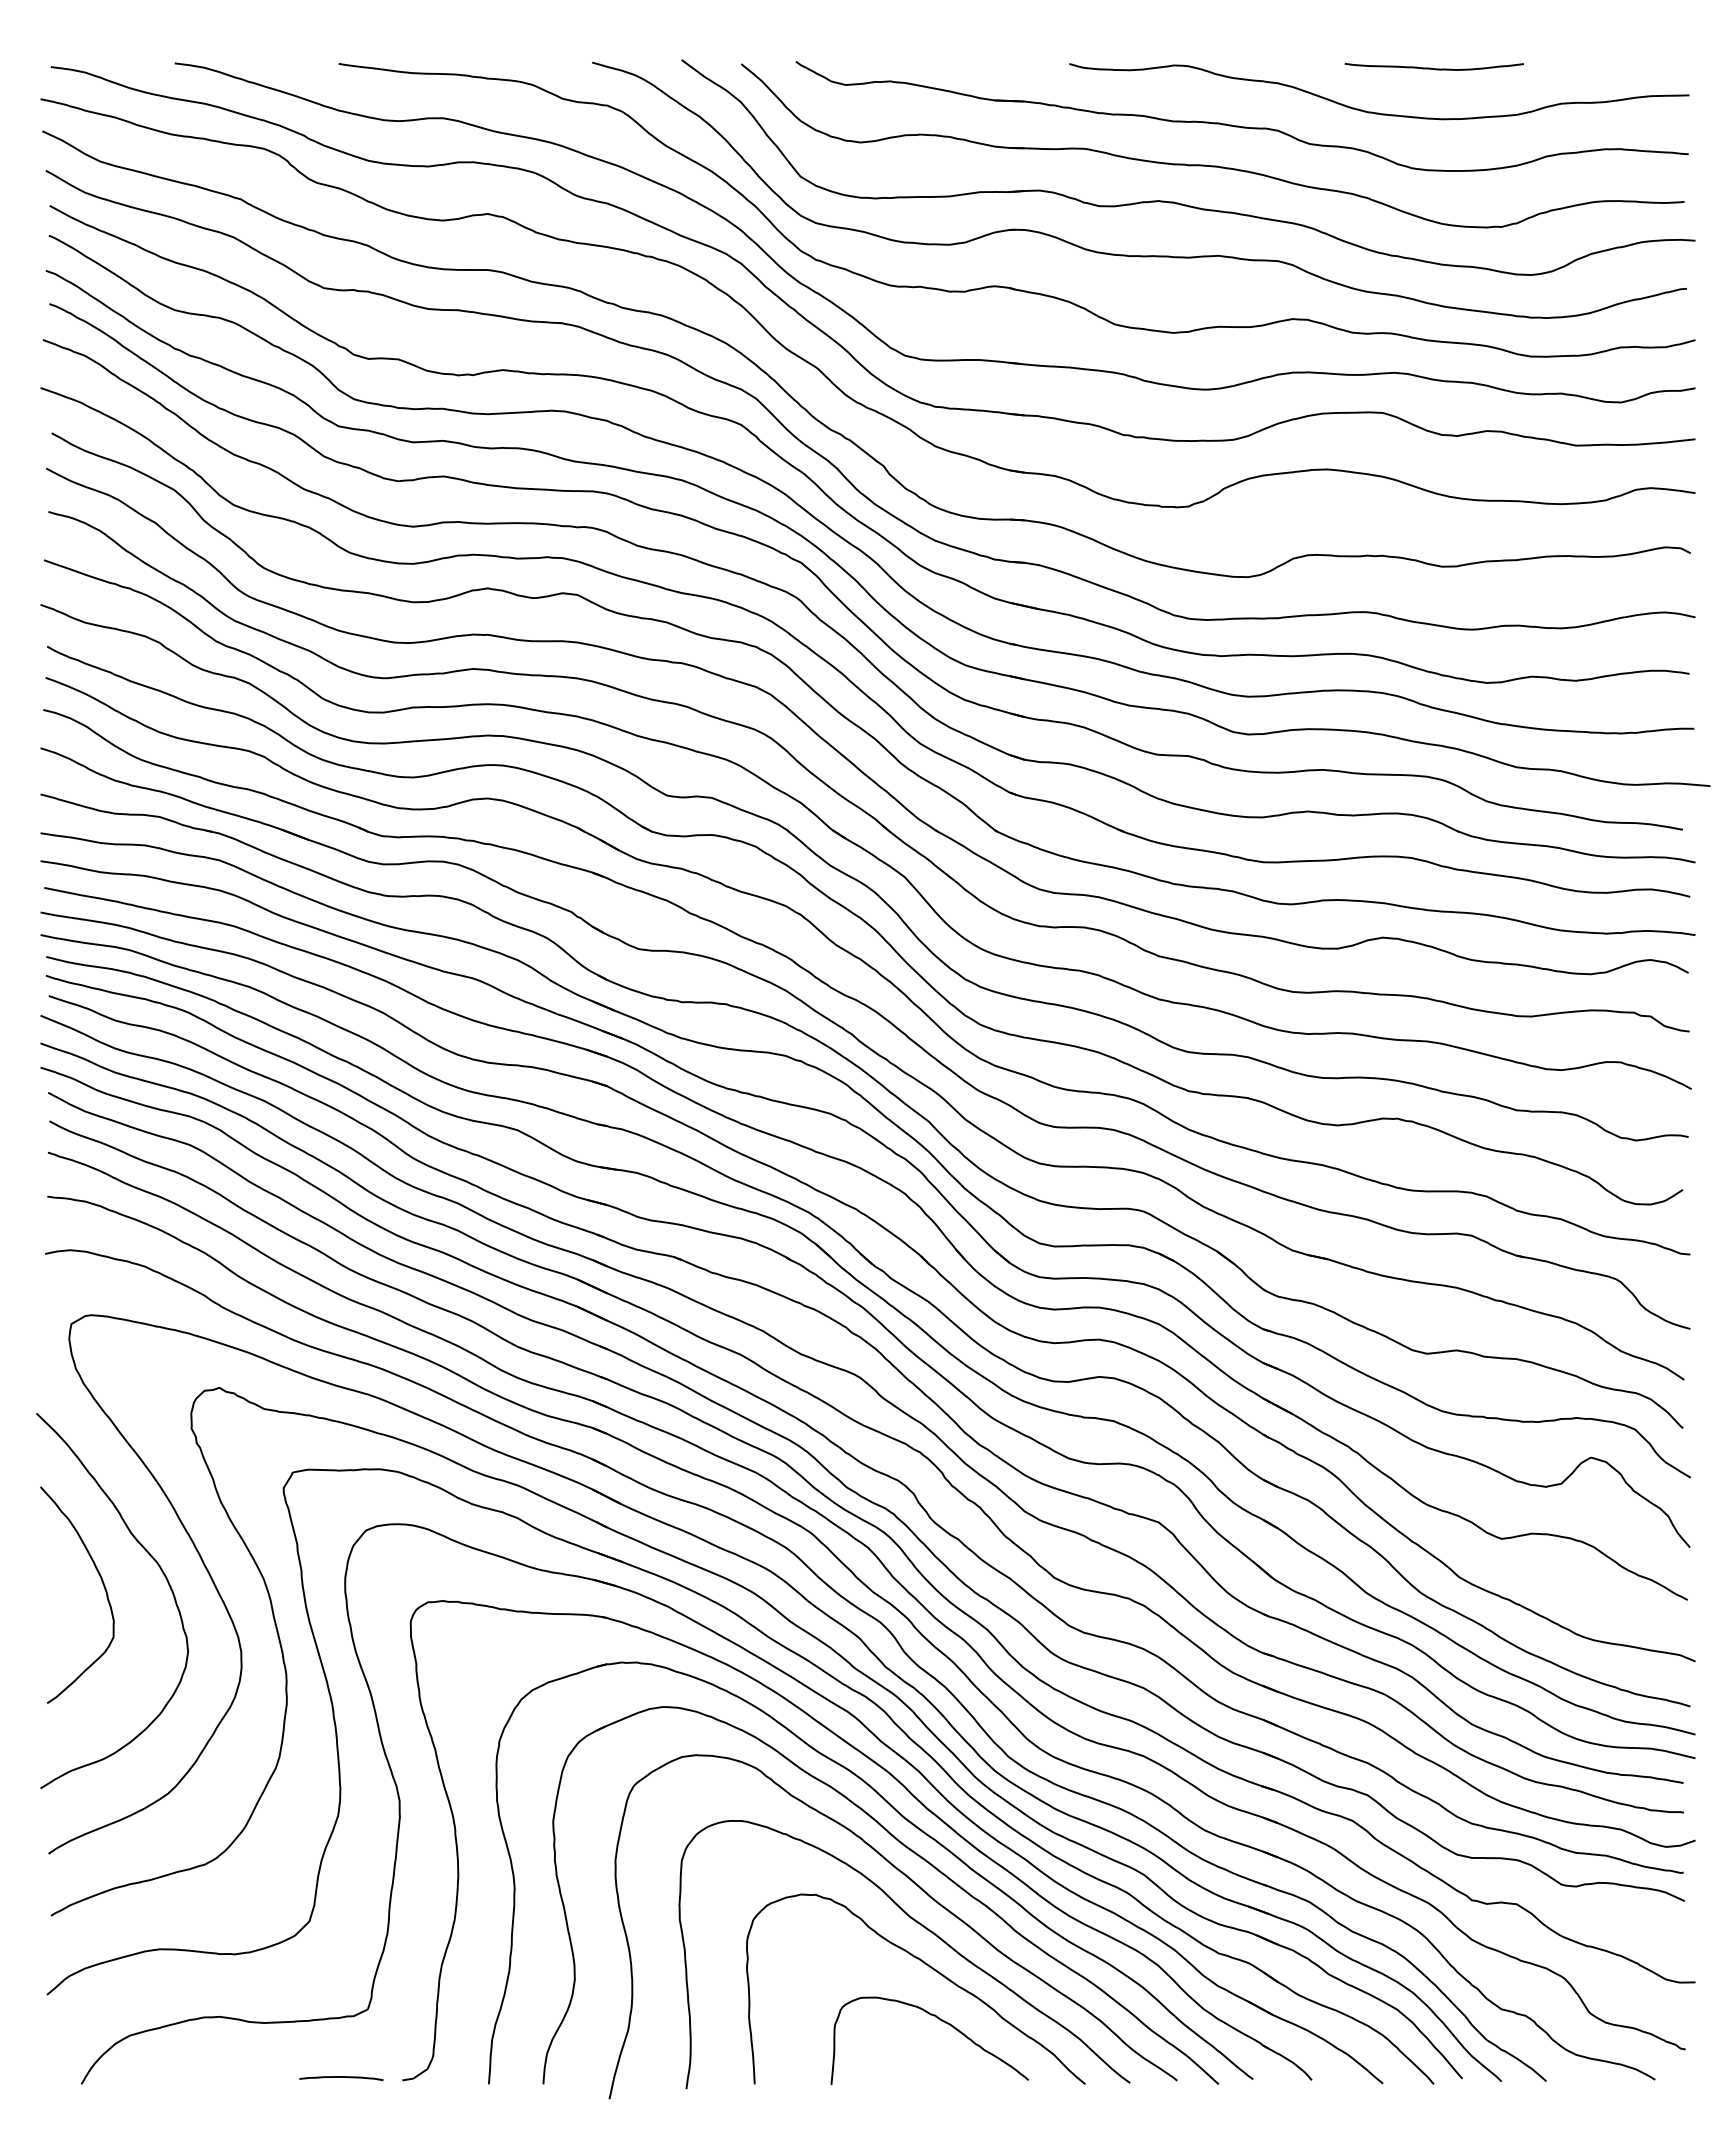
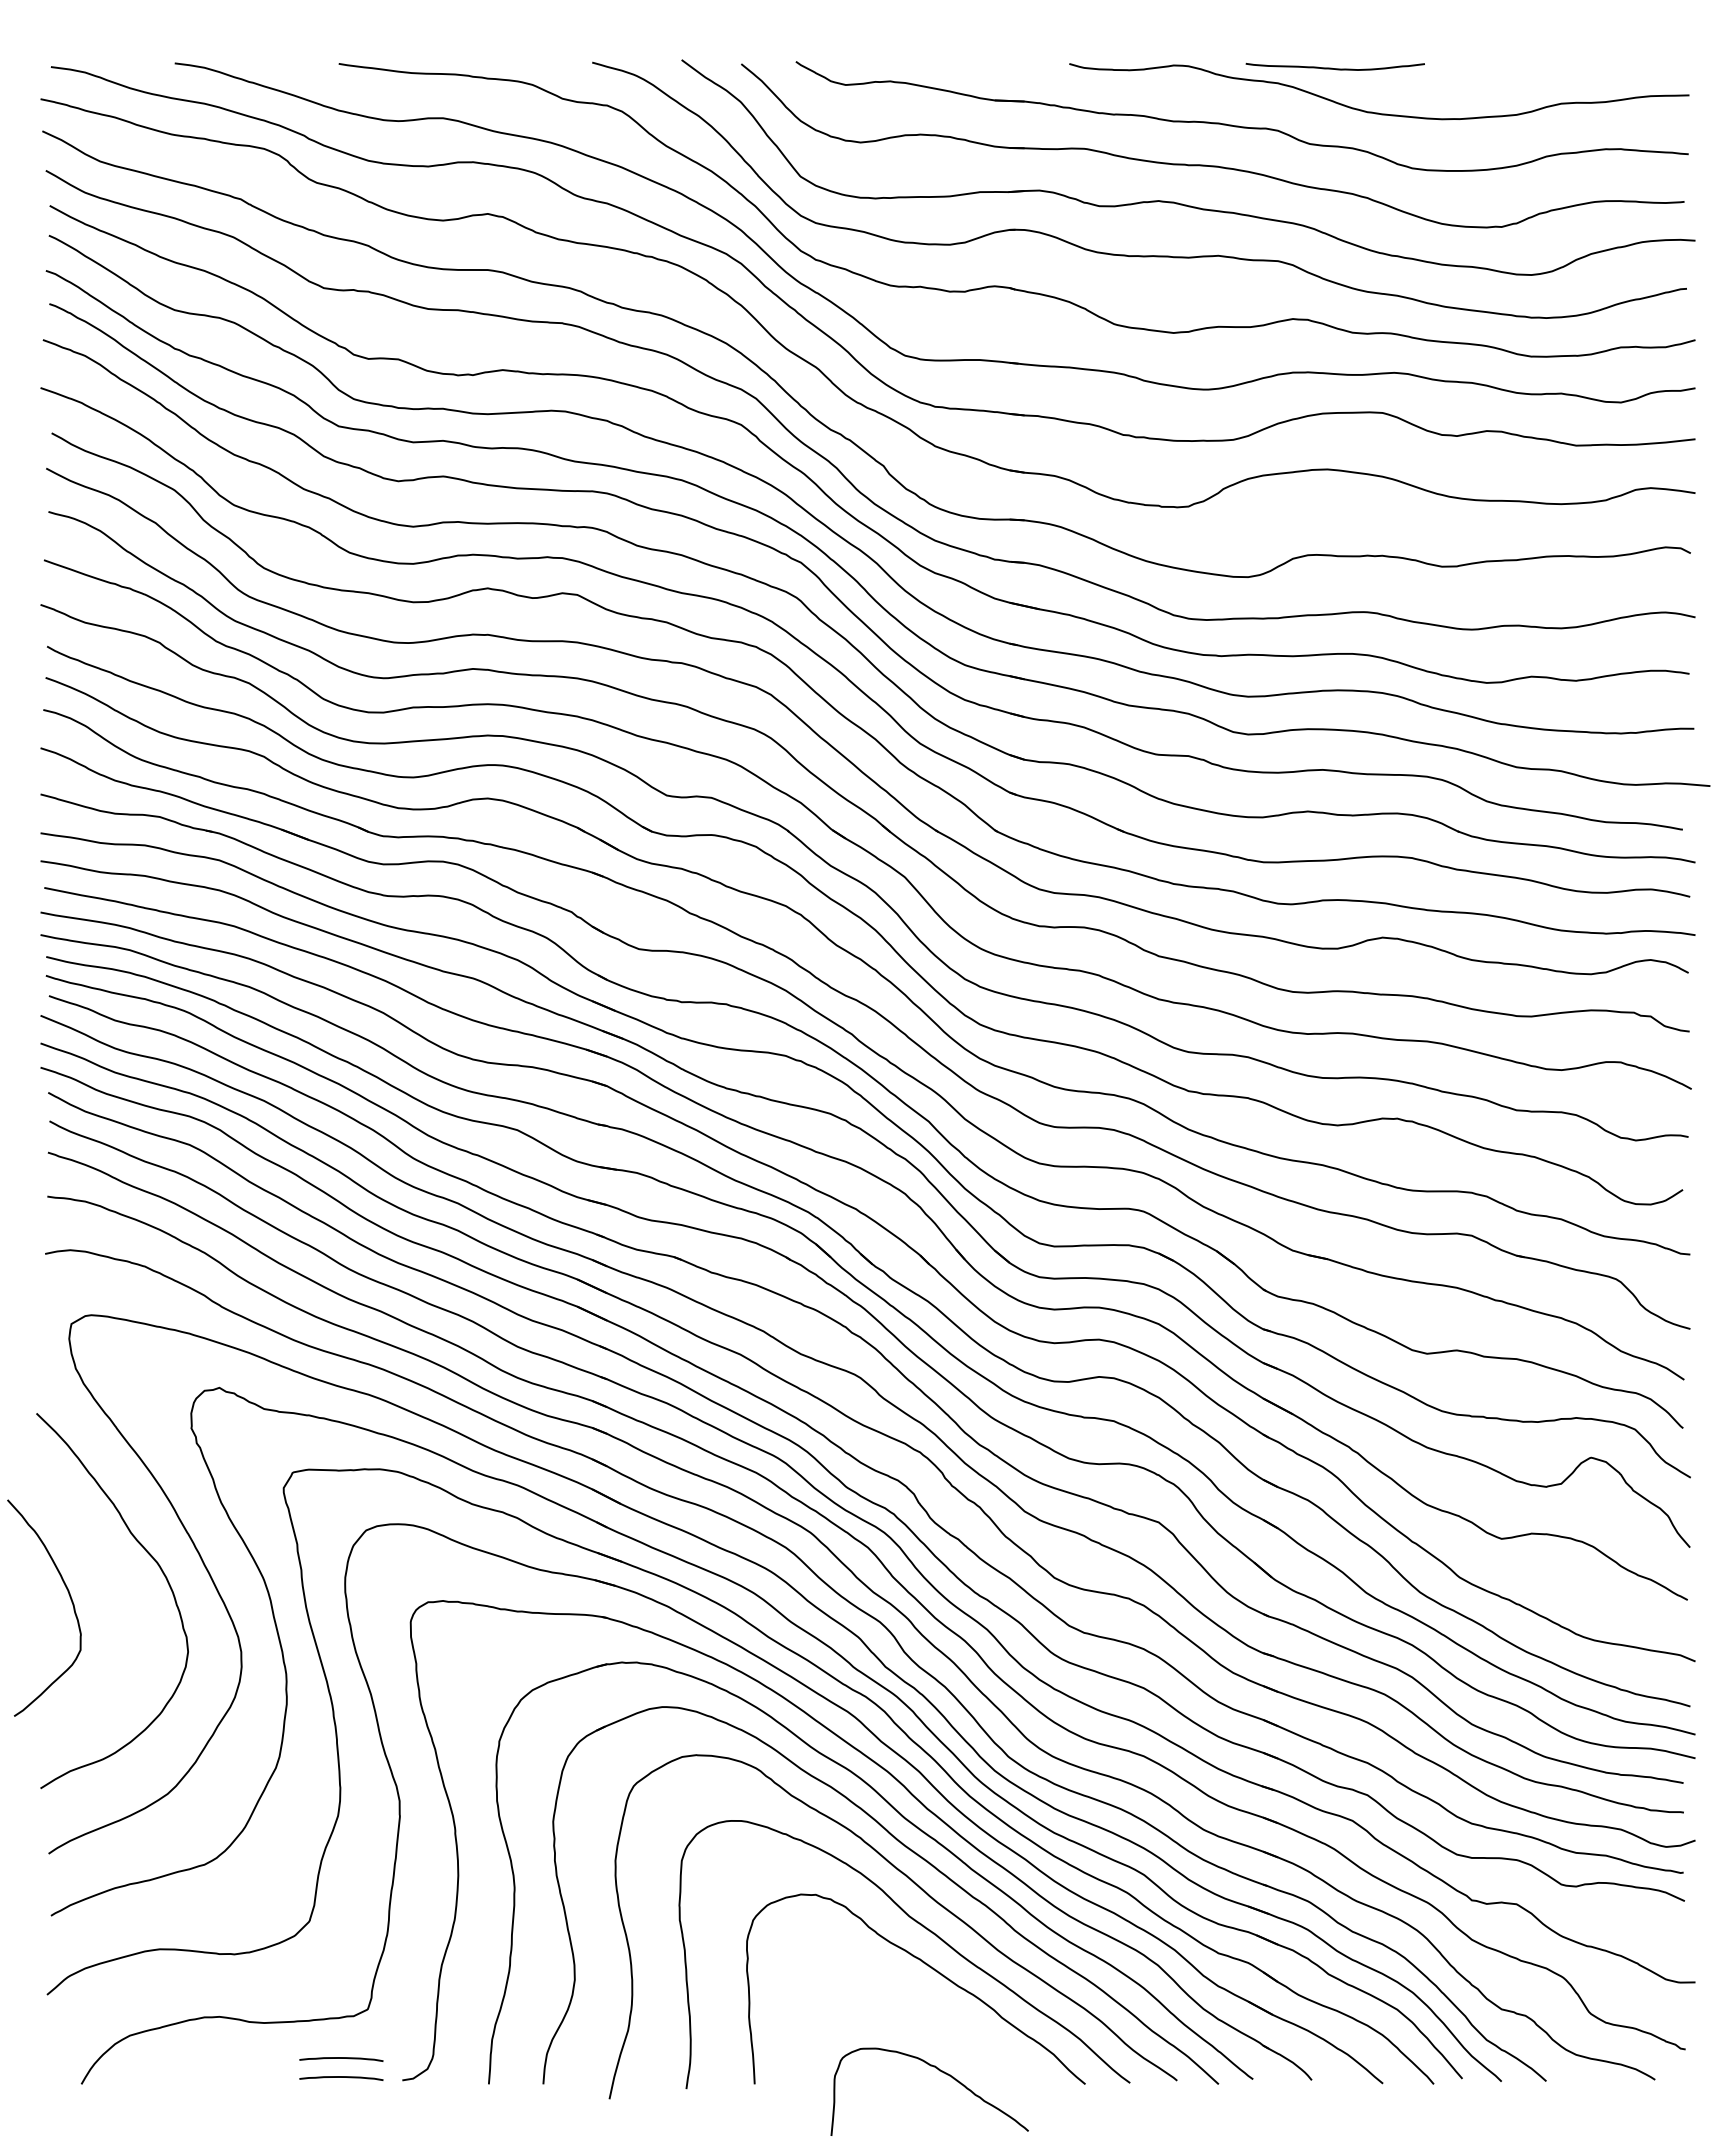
curve at (1433, 68) position: (1433, 68) -> (1334, 68)
curve at (102, 1584) position: (102, 1584) -> (69, 1597)
curve at (939, 2020) position: (939, 2020) -> (939, 2071)
curve at (341, 2058): none -> present
